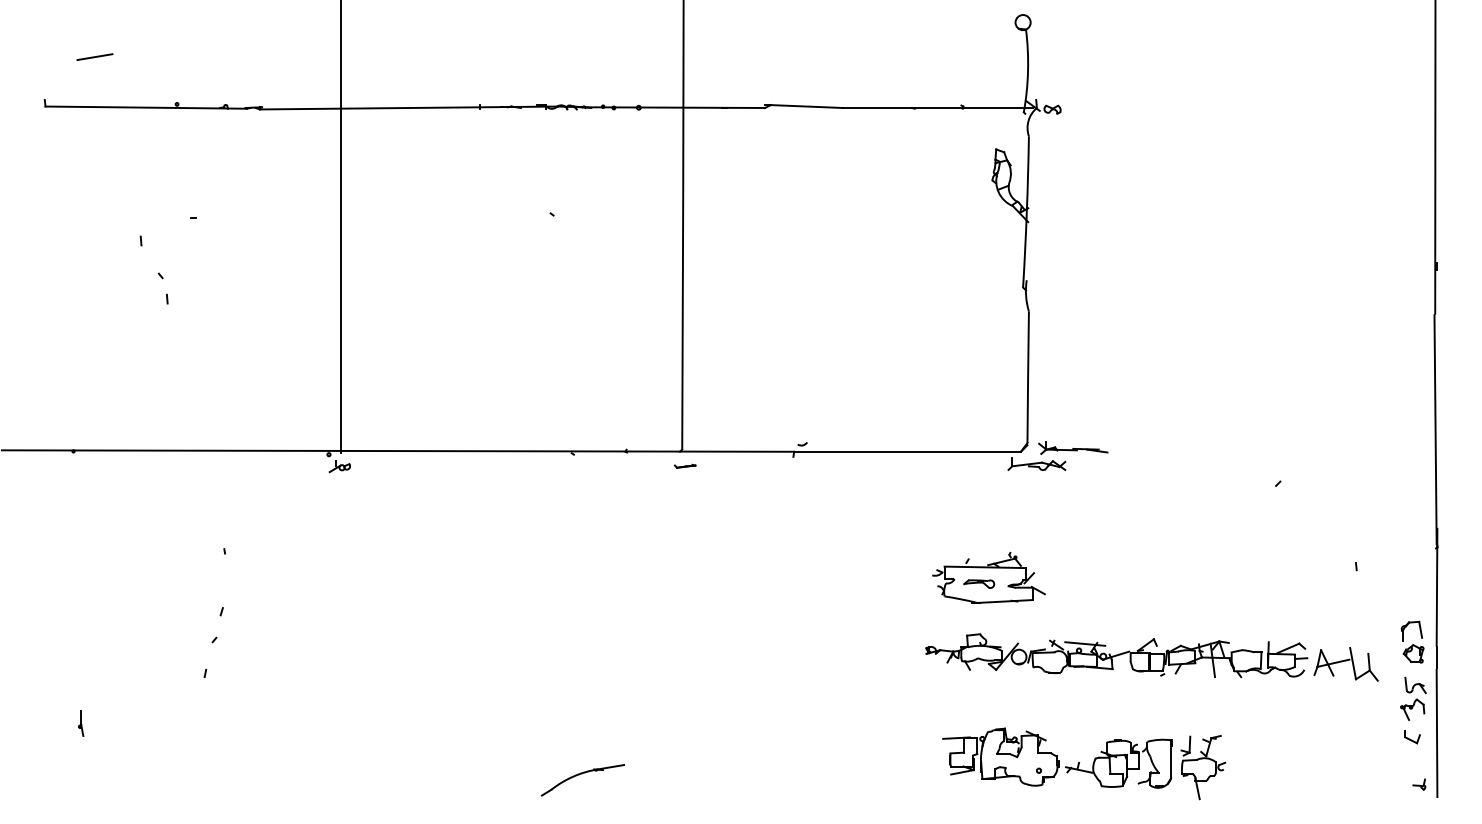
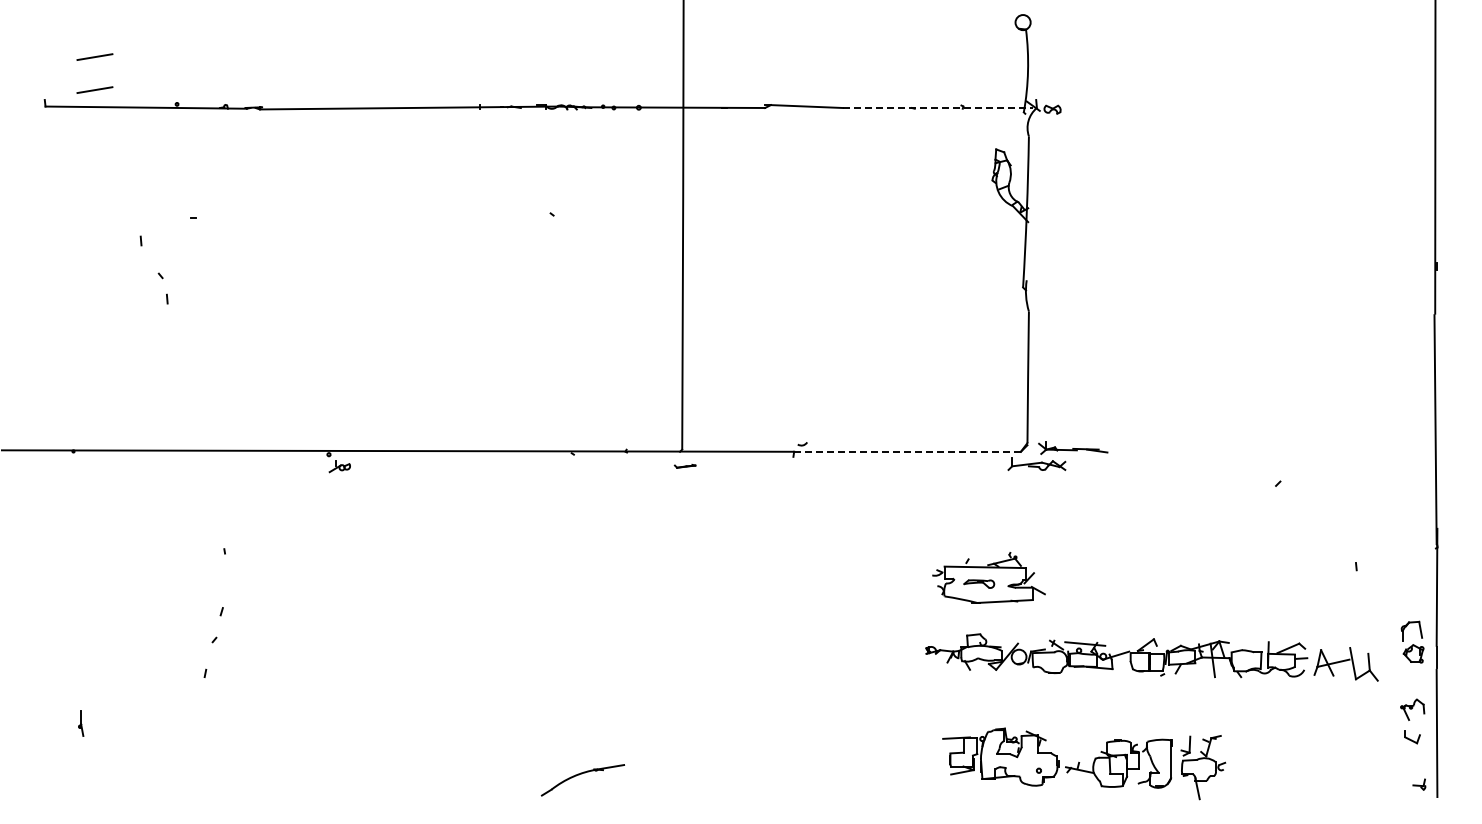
line at (94, 89): none -> present
line at (938, 108): solid -> dashed
line at (340, 227): present -> none
line at (908, 451): solid -> dashed
part at (1415, 685): present -> none
